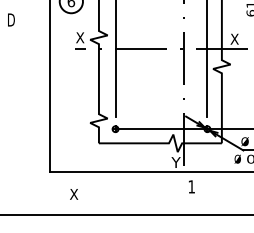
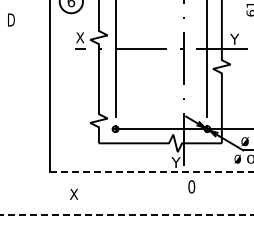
text at (234, 38): X -> Y
line at (151, 171): solid -> dashed
text at (191, 186): 1 -> 0
line at (127, 215): solid -> dashed
